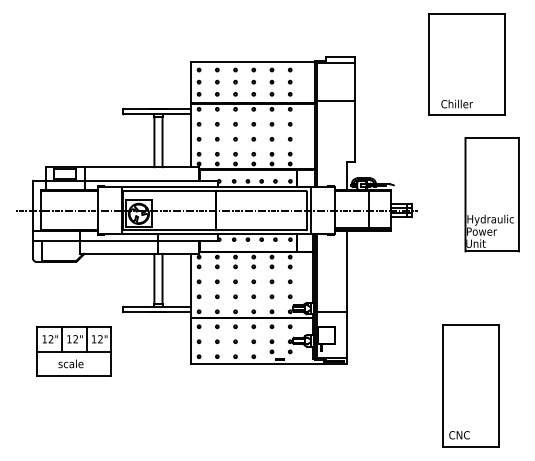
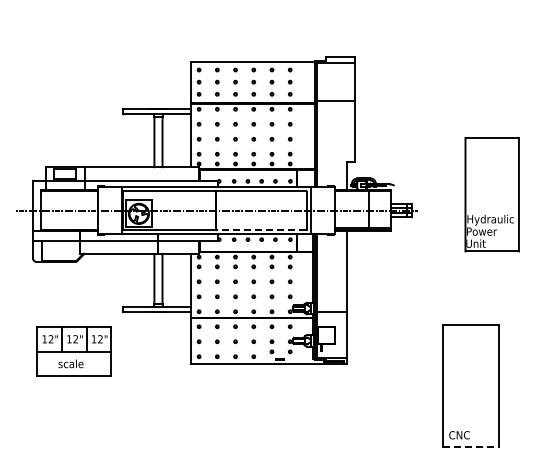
part at (466, 64): present -> none
line at (261, 229): solid -> dashed
line at (471, 447): solid -> dashed
